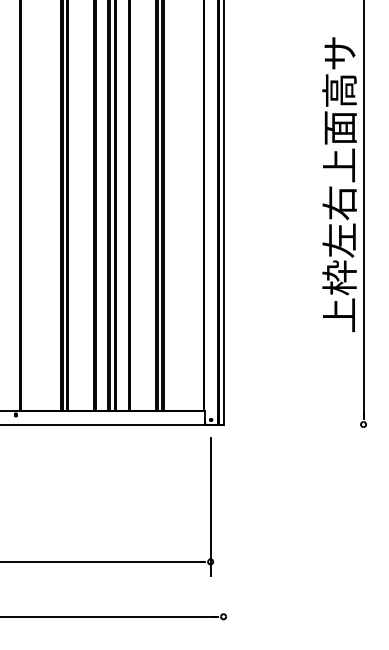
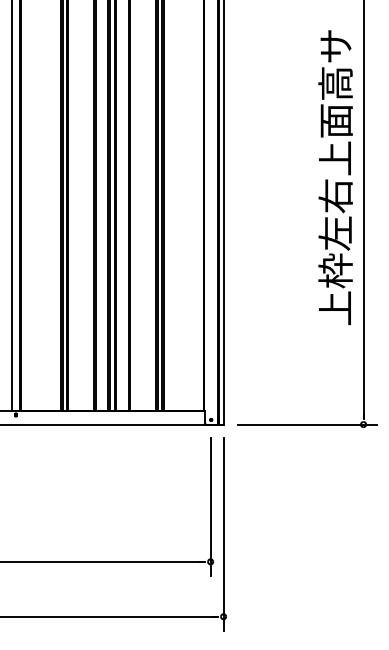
text at (339, 184) position: (339, 184) -> (335, 177)
line at (11, 206): none -> present
line at (307, 424): none -> present
line at (223, 534): none -> present
